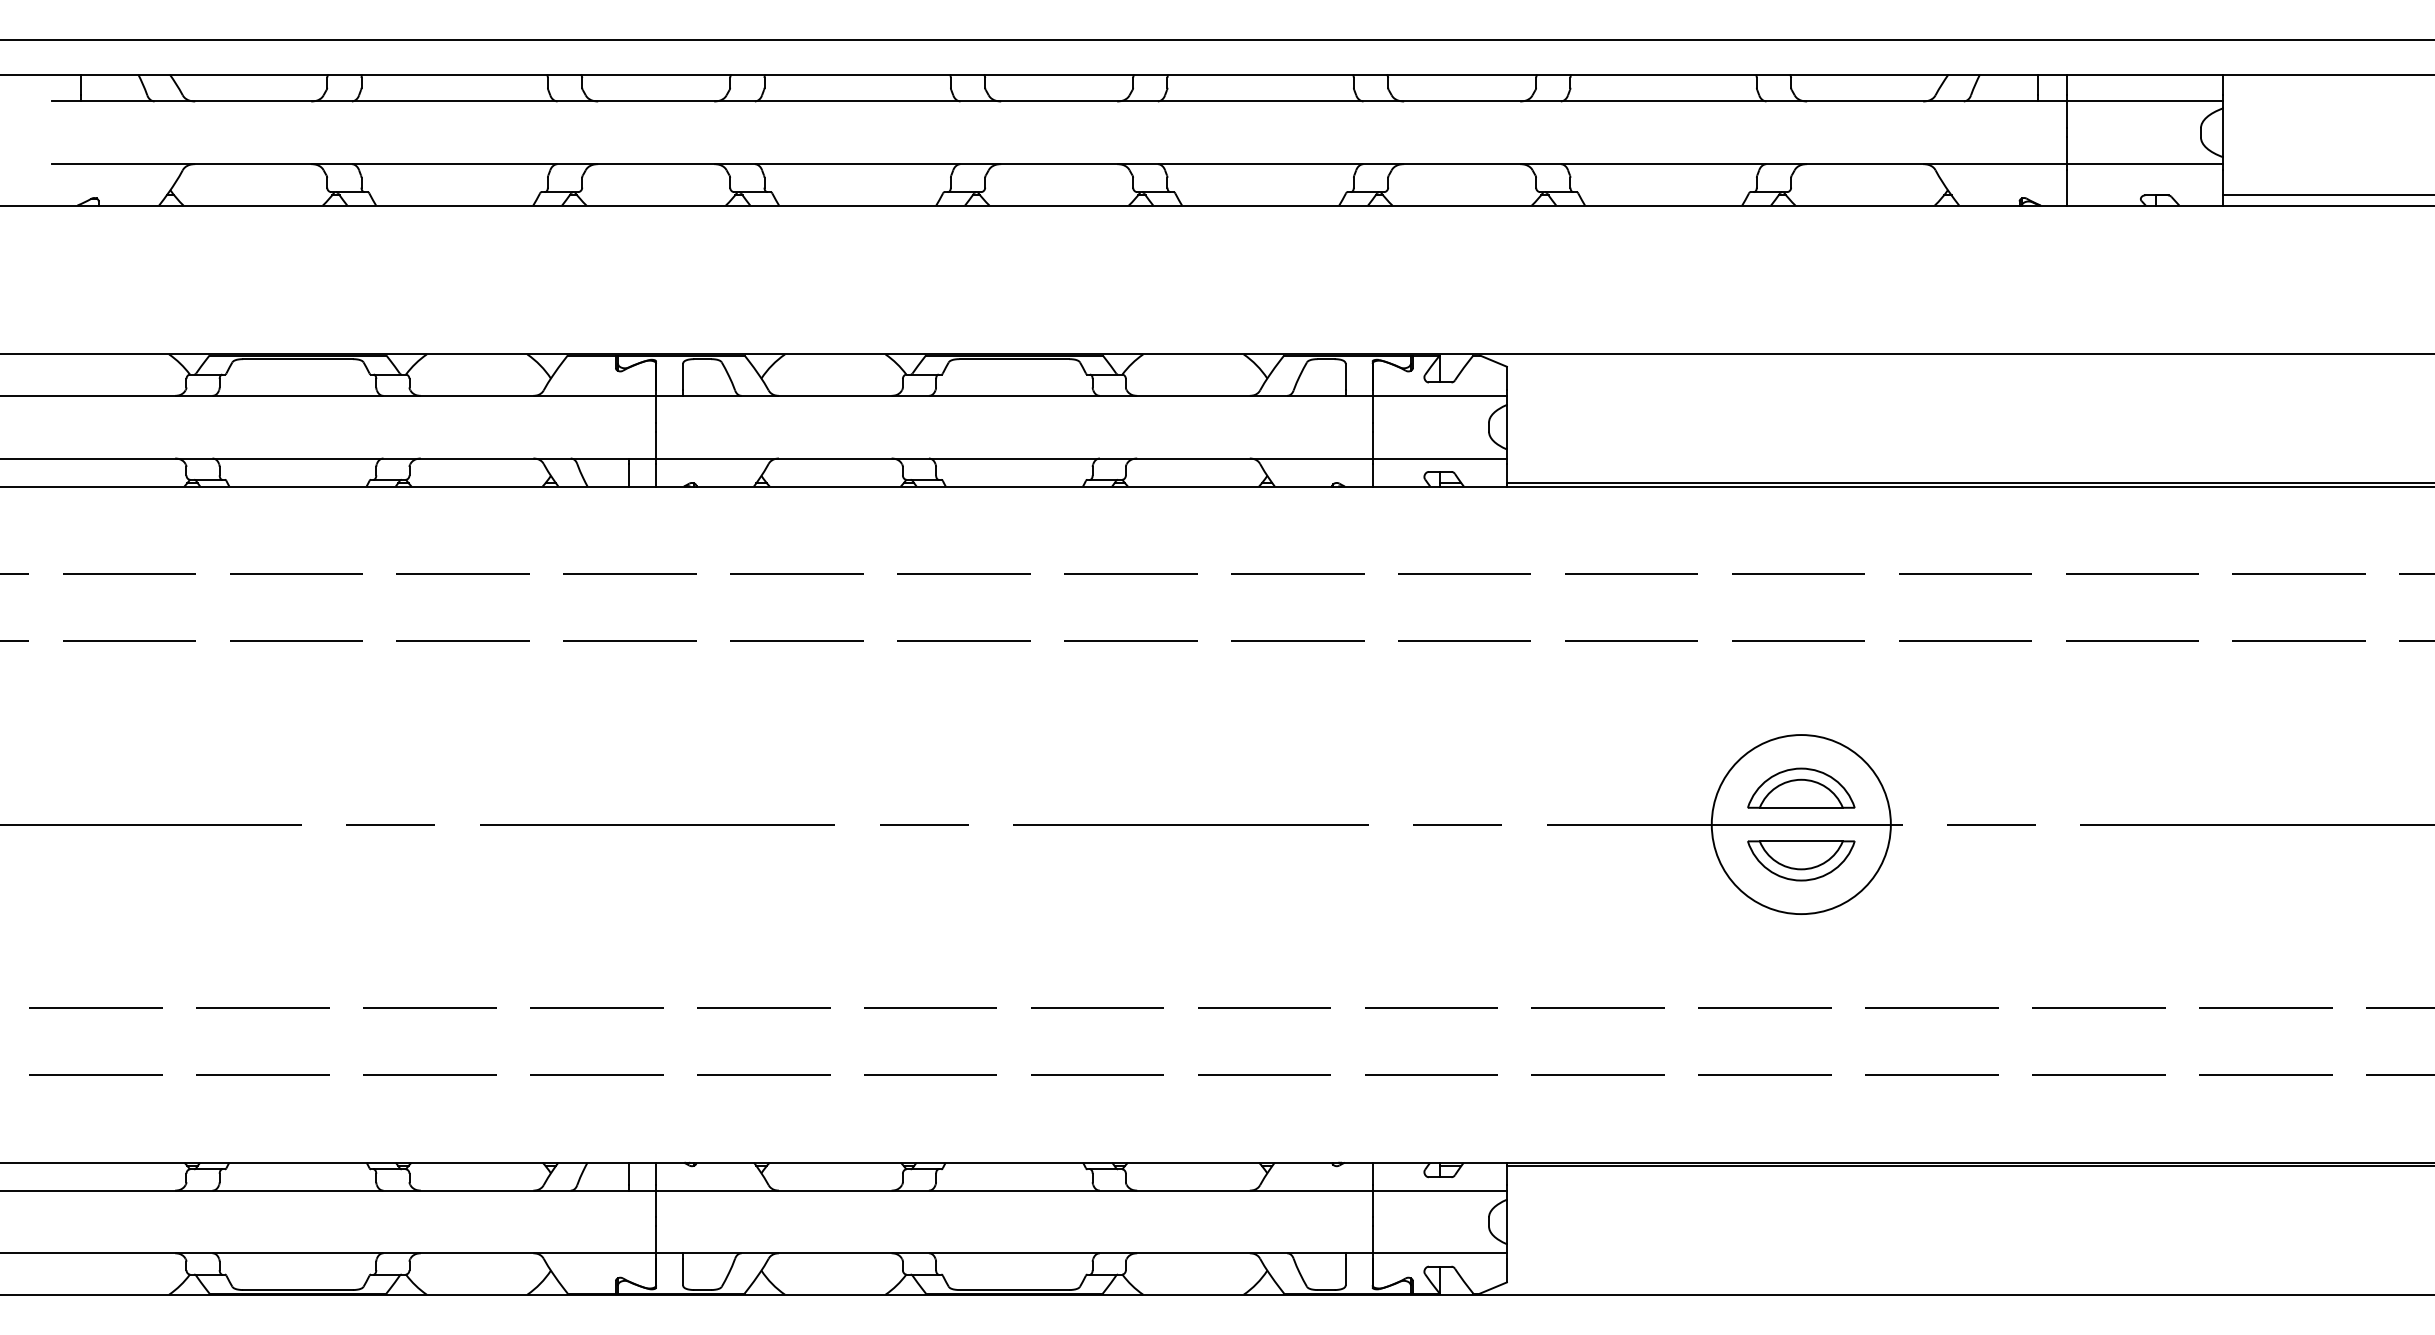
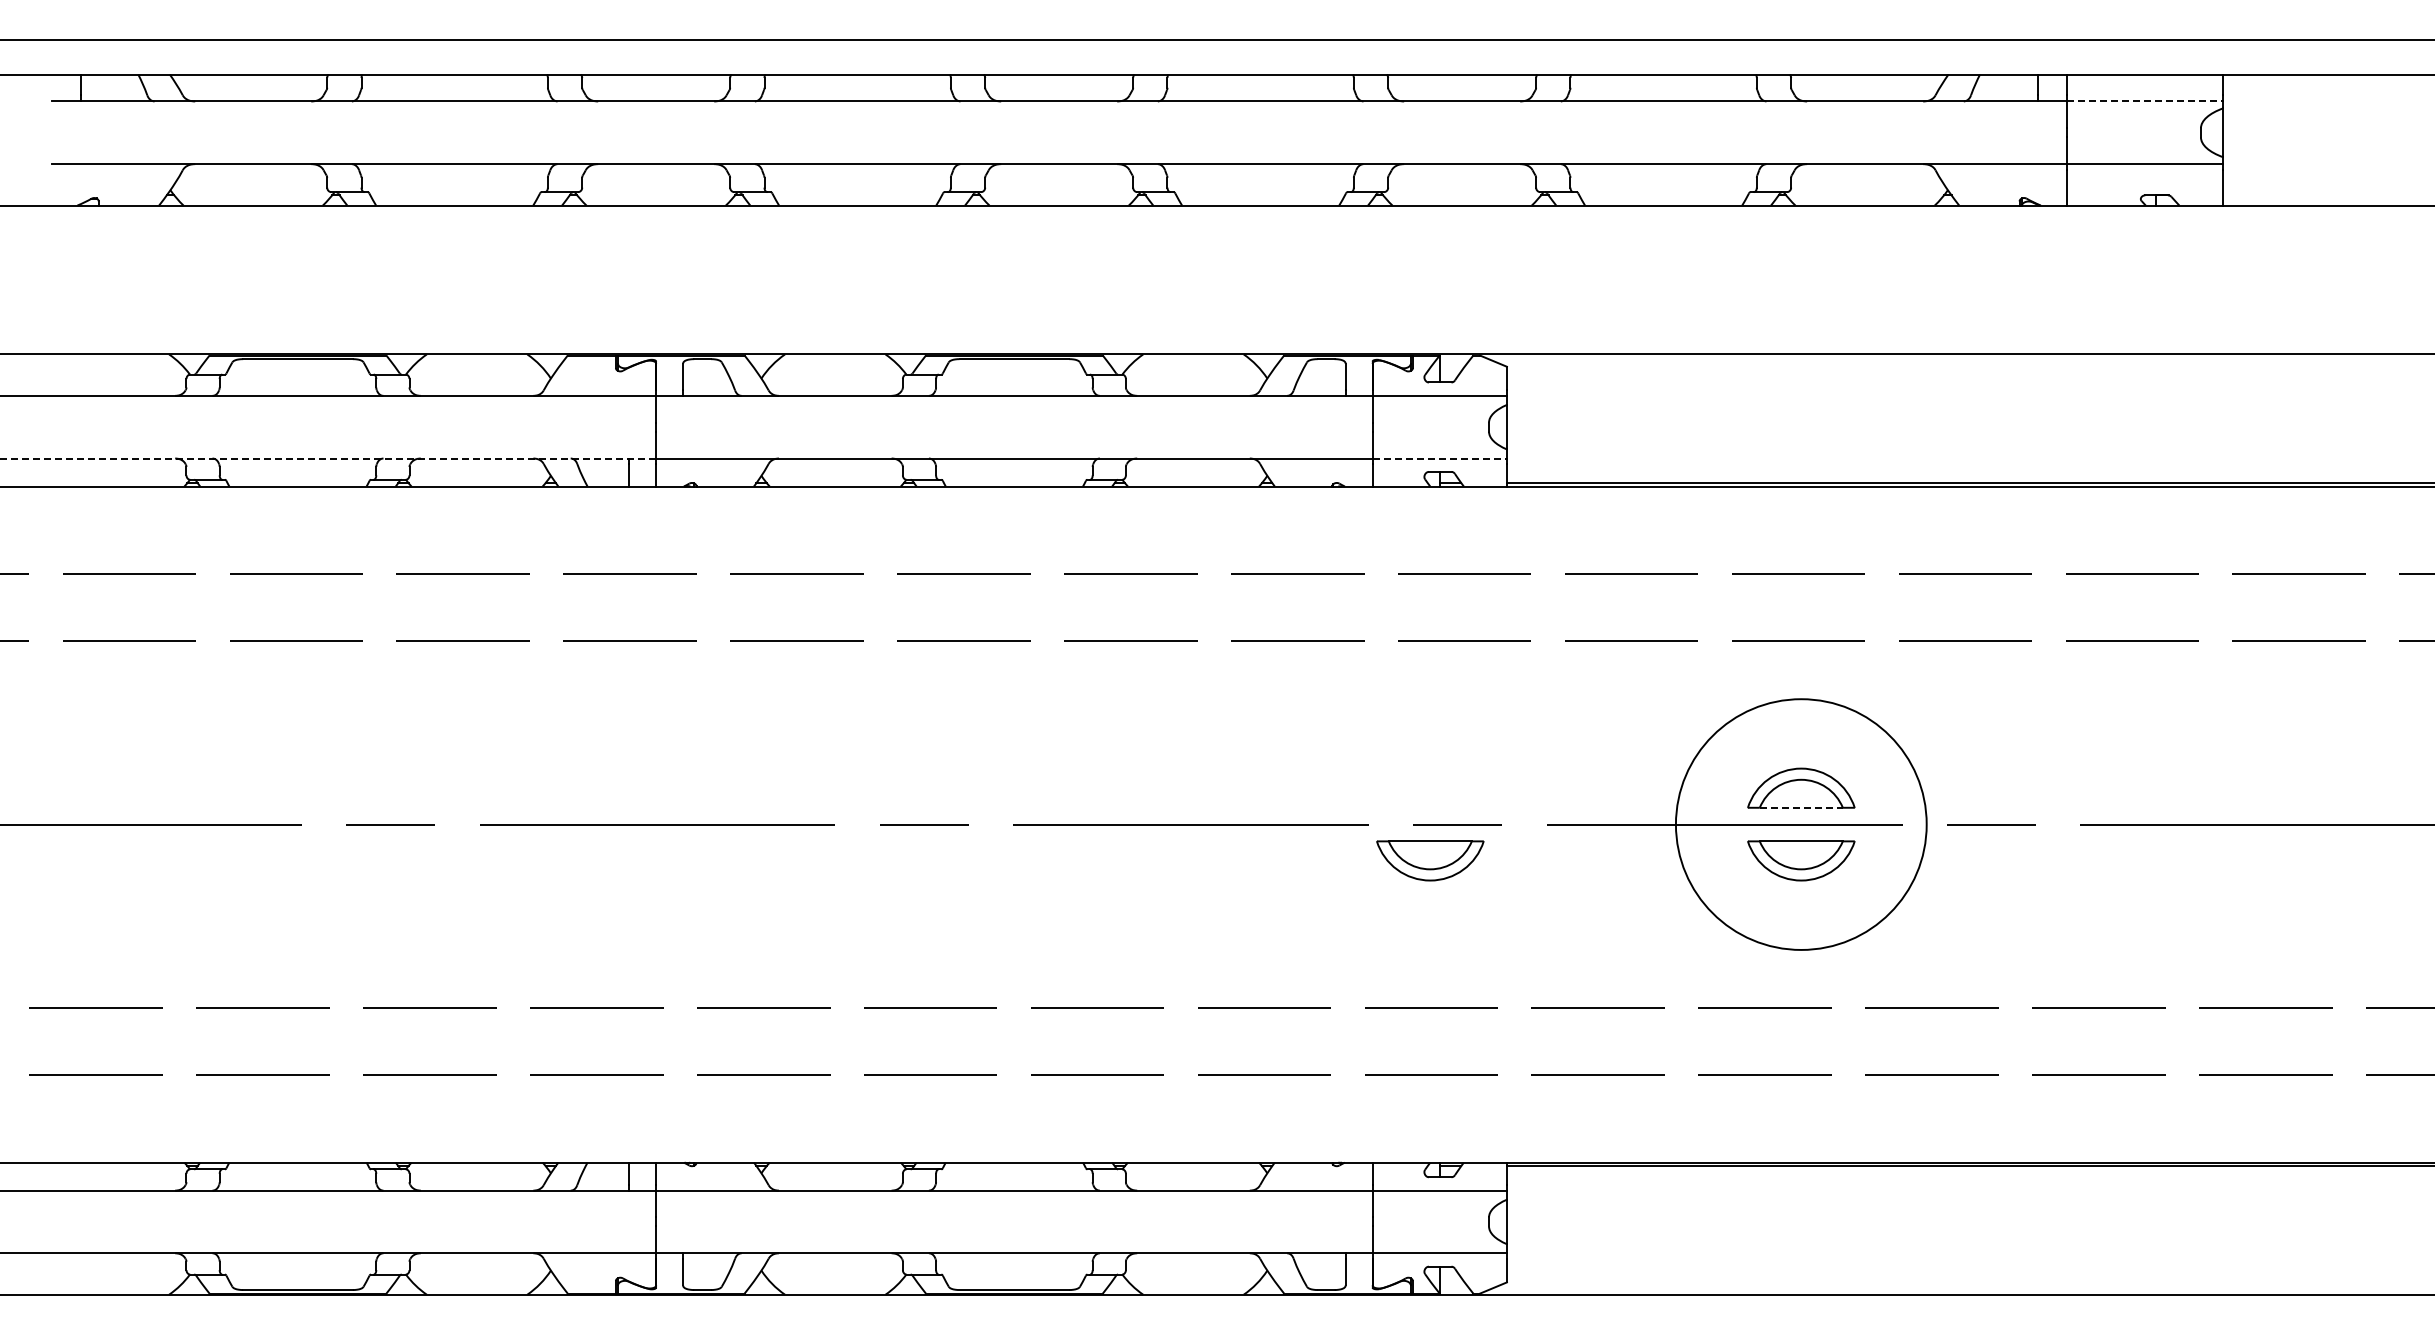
line at (2145, 101): solid -> dashed
line at (2327, 195): present -> none
line at (328, 458): solid -> dashed
line at (1440, 458): solid -> dashed
line at (1801, 807): solid -> dashed
circle at (1800, 824) diameter: 179 px -> 251 px
part at (1430, 860): none -> present
